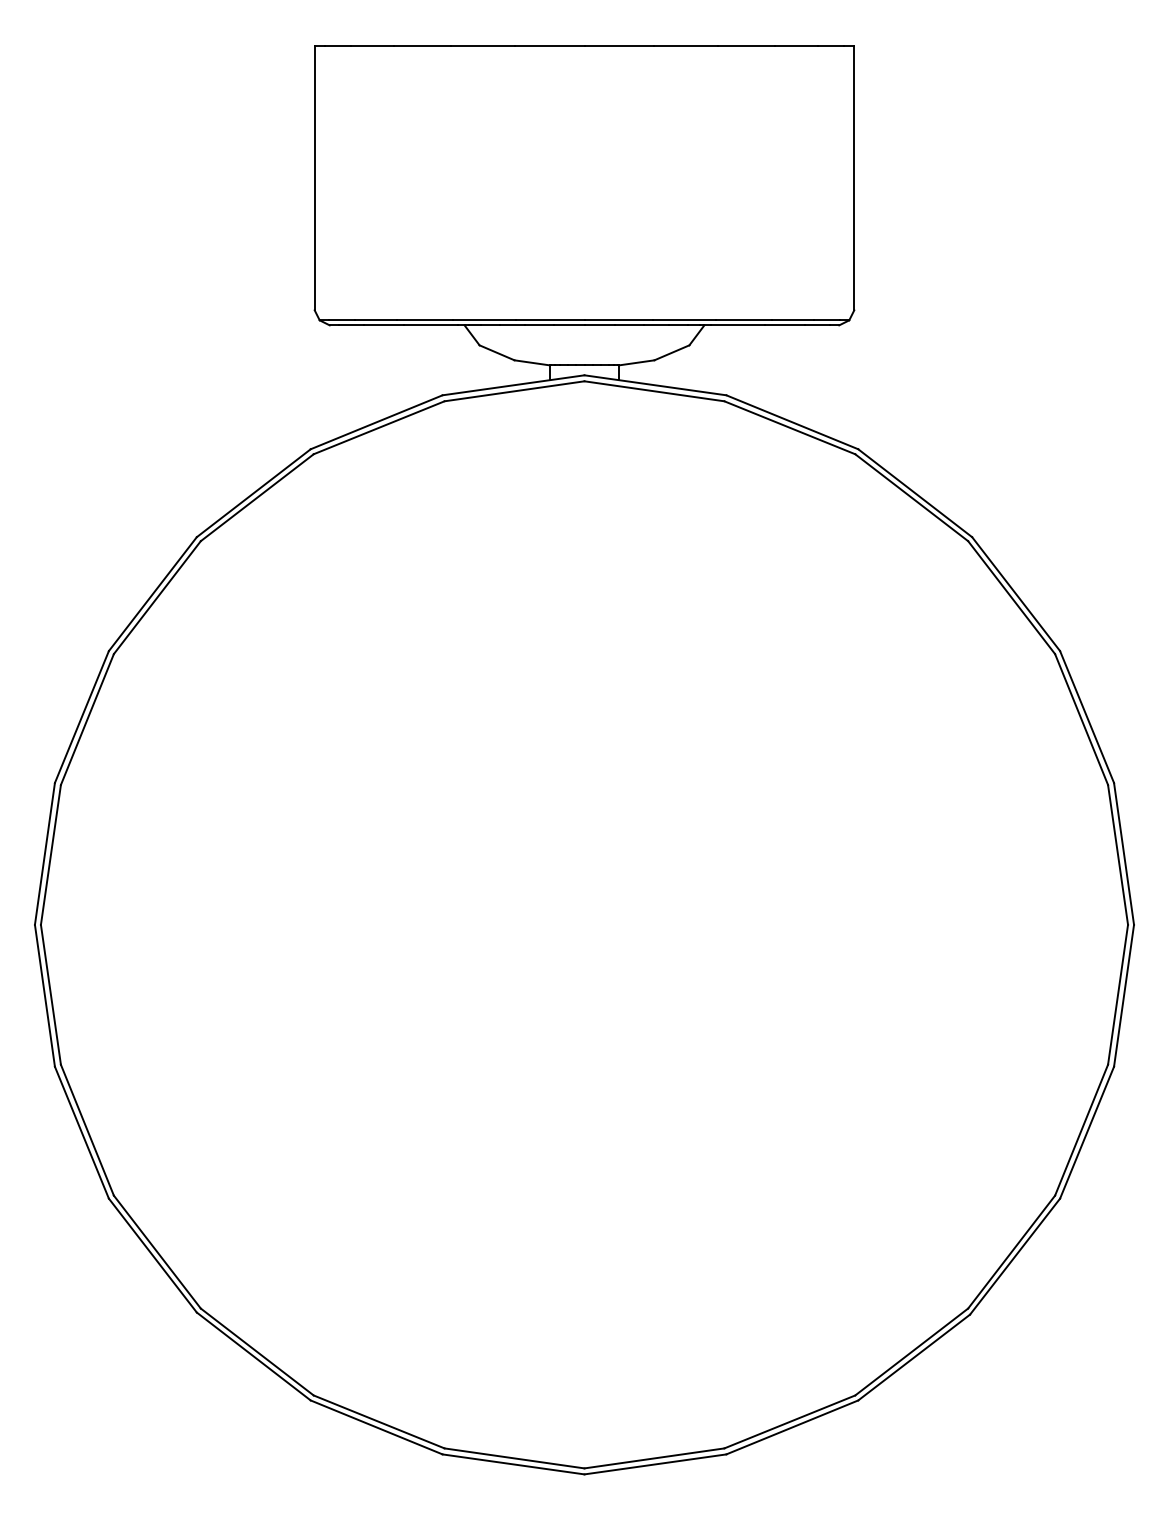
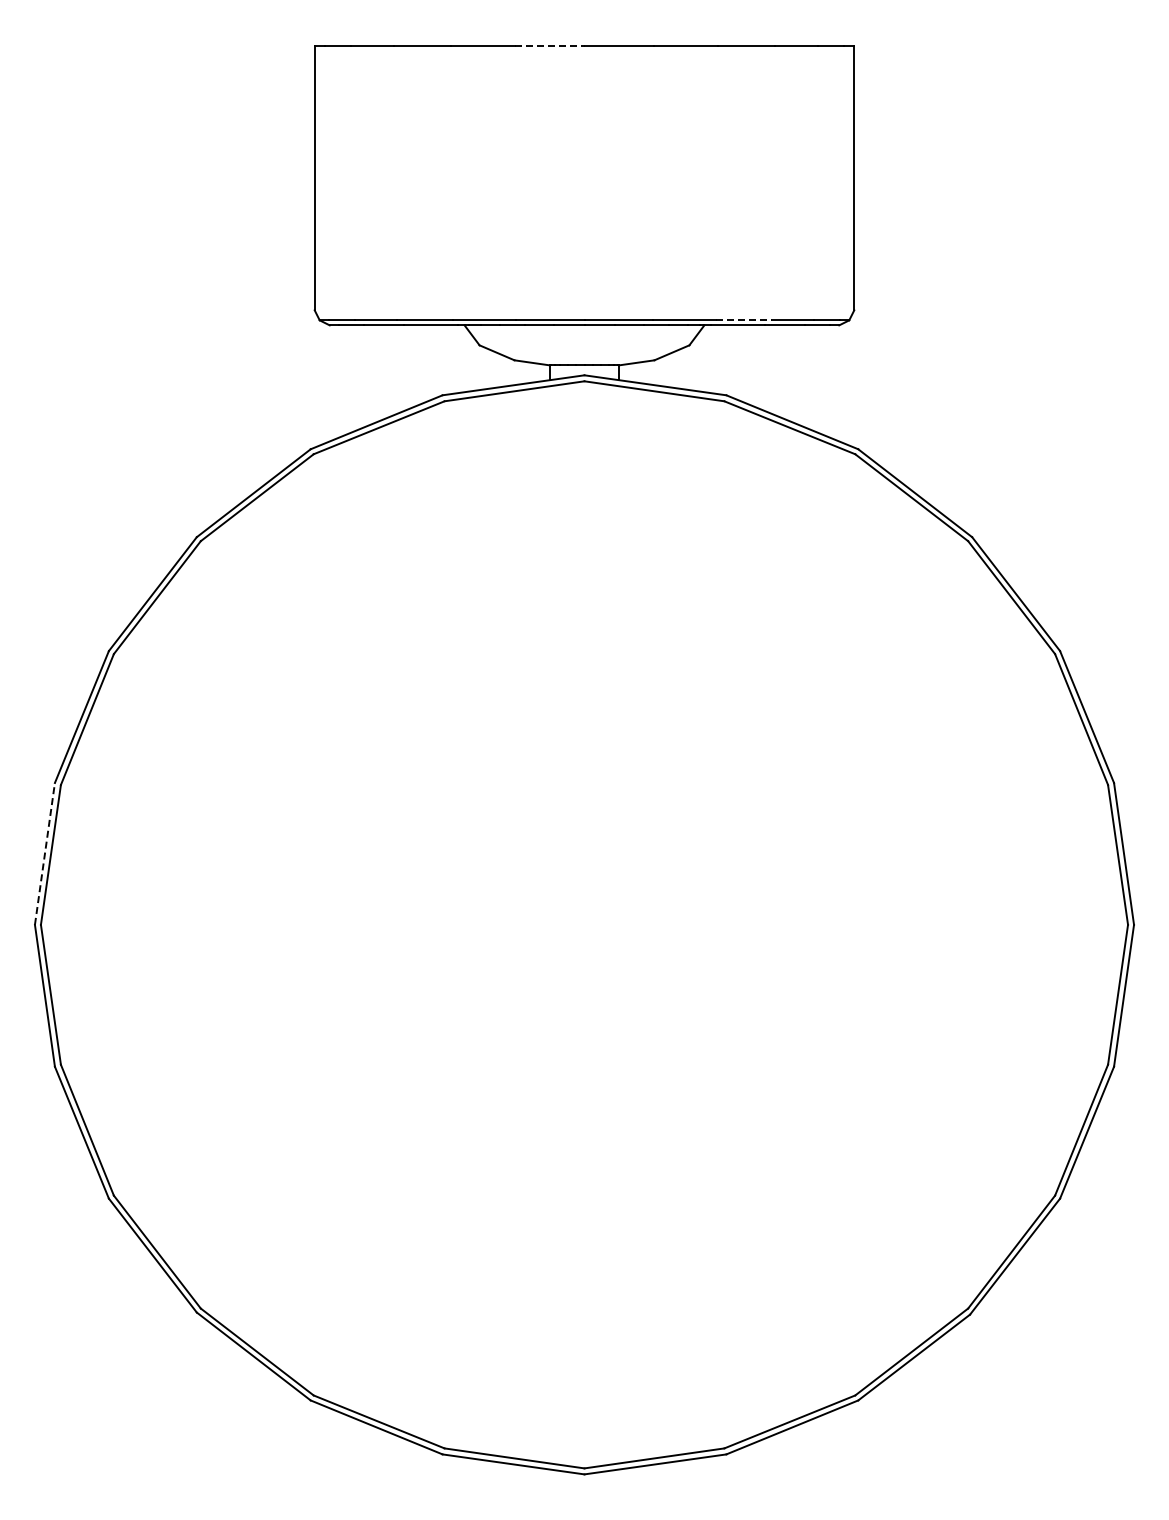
line at (549, 45): solid -> dashed
line at (744, 320): solid -> dashed
line at (44, 853): solid -> dashed
